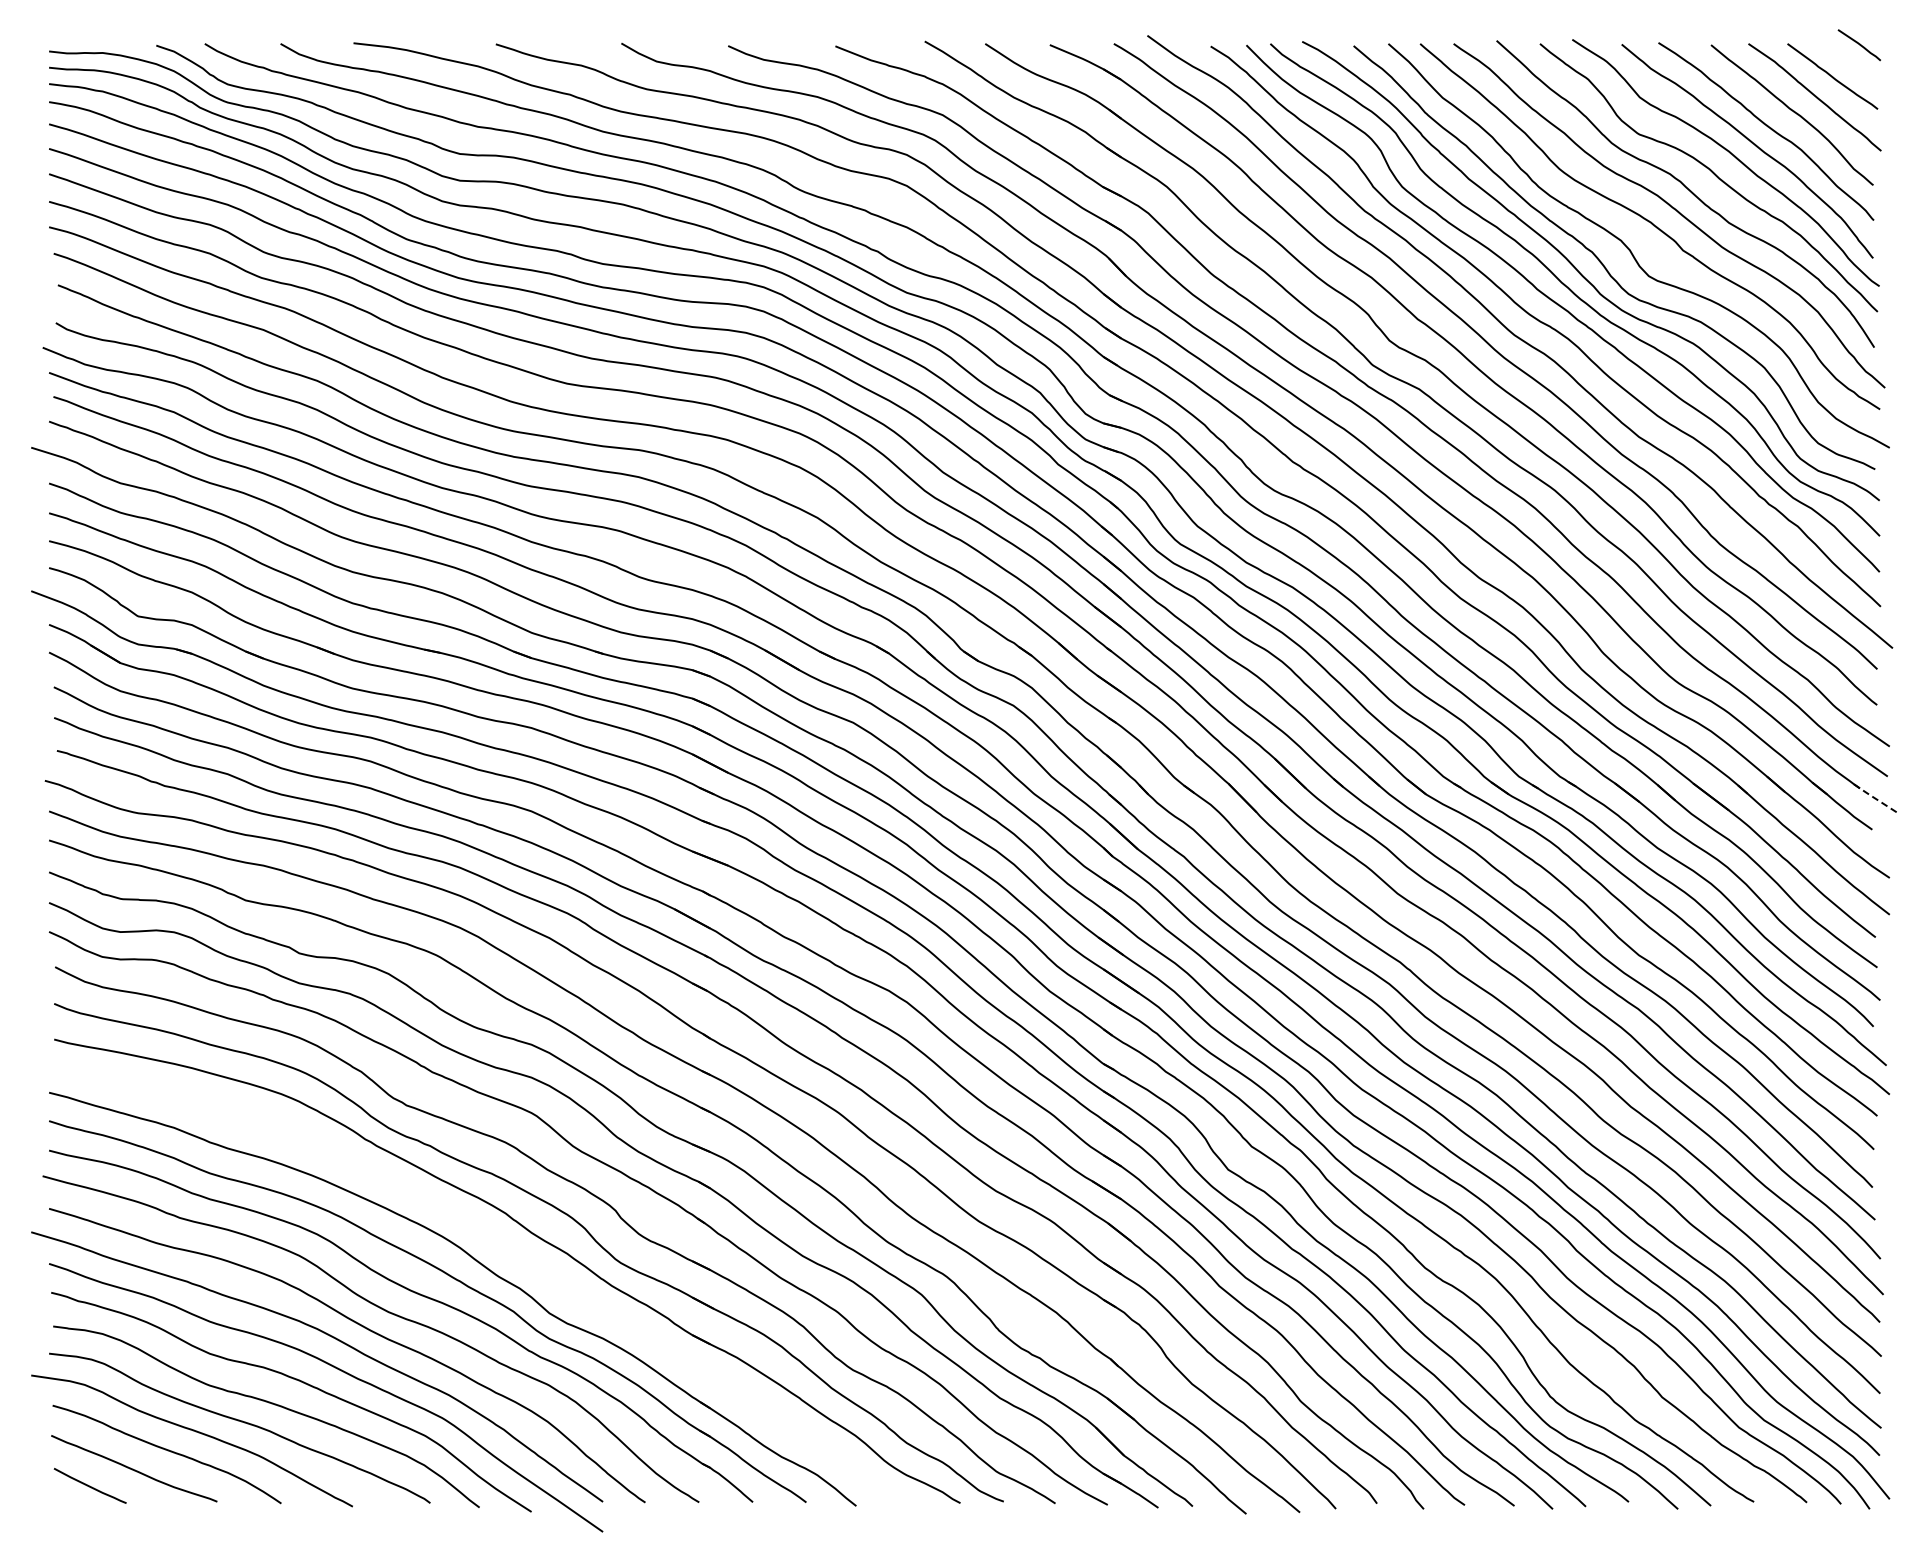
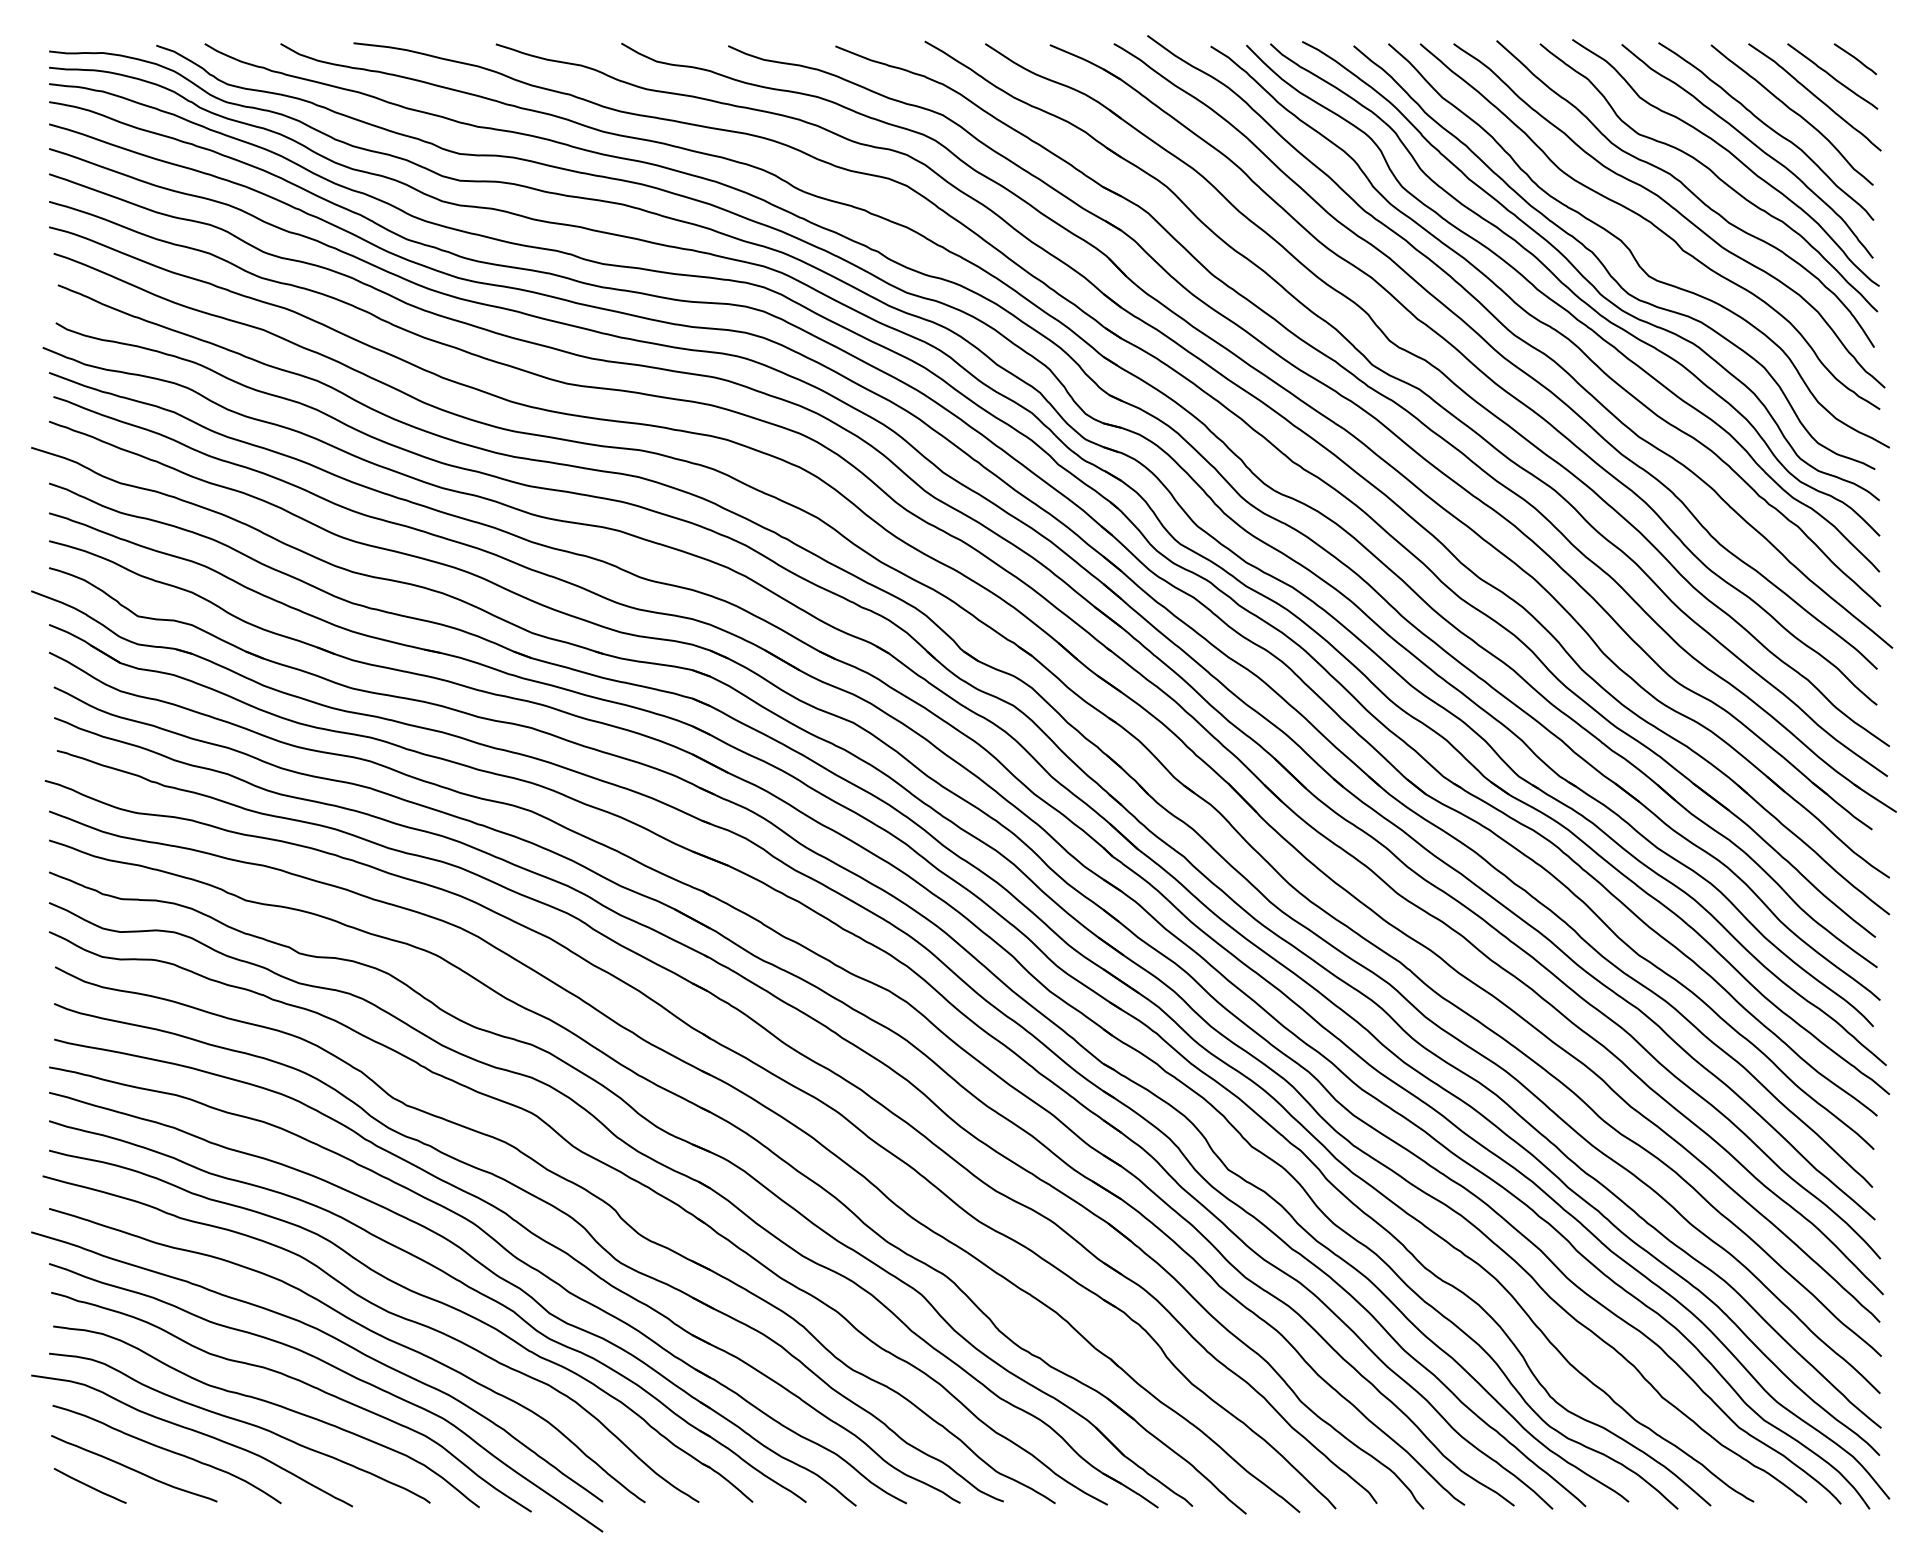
line at (1858, 44) position: (1858, 44) -> (1854, 58)
line at (1874, 797): dashed -> solid
part at (507, 1252): none -> present
